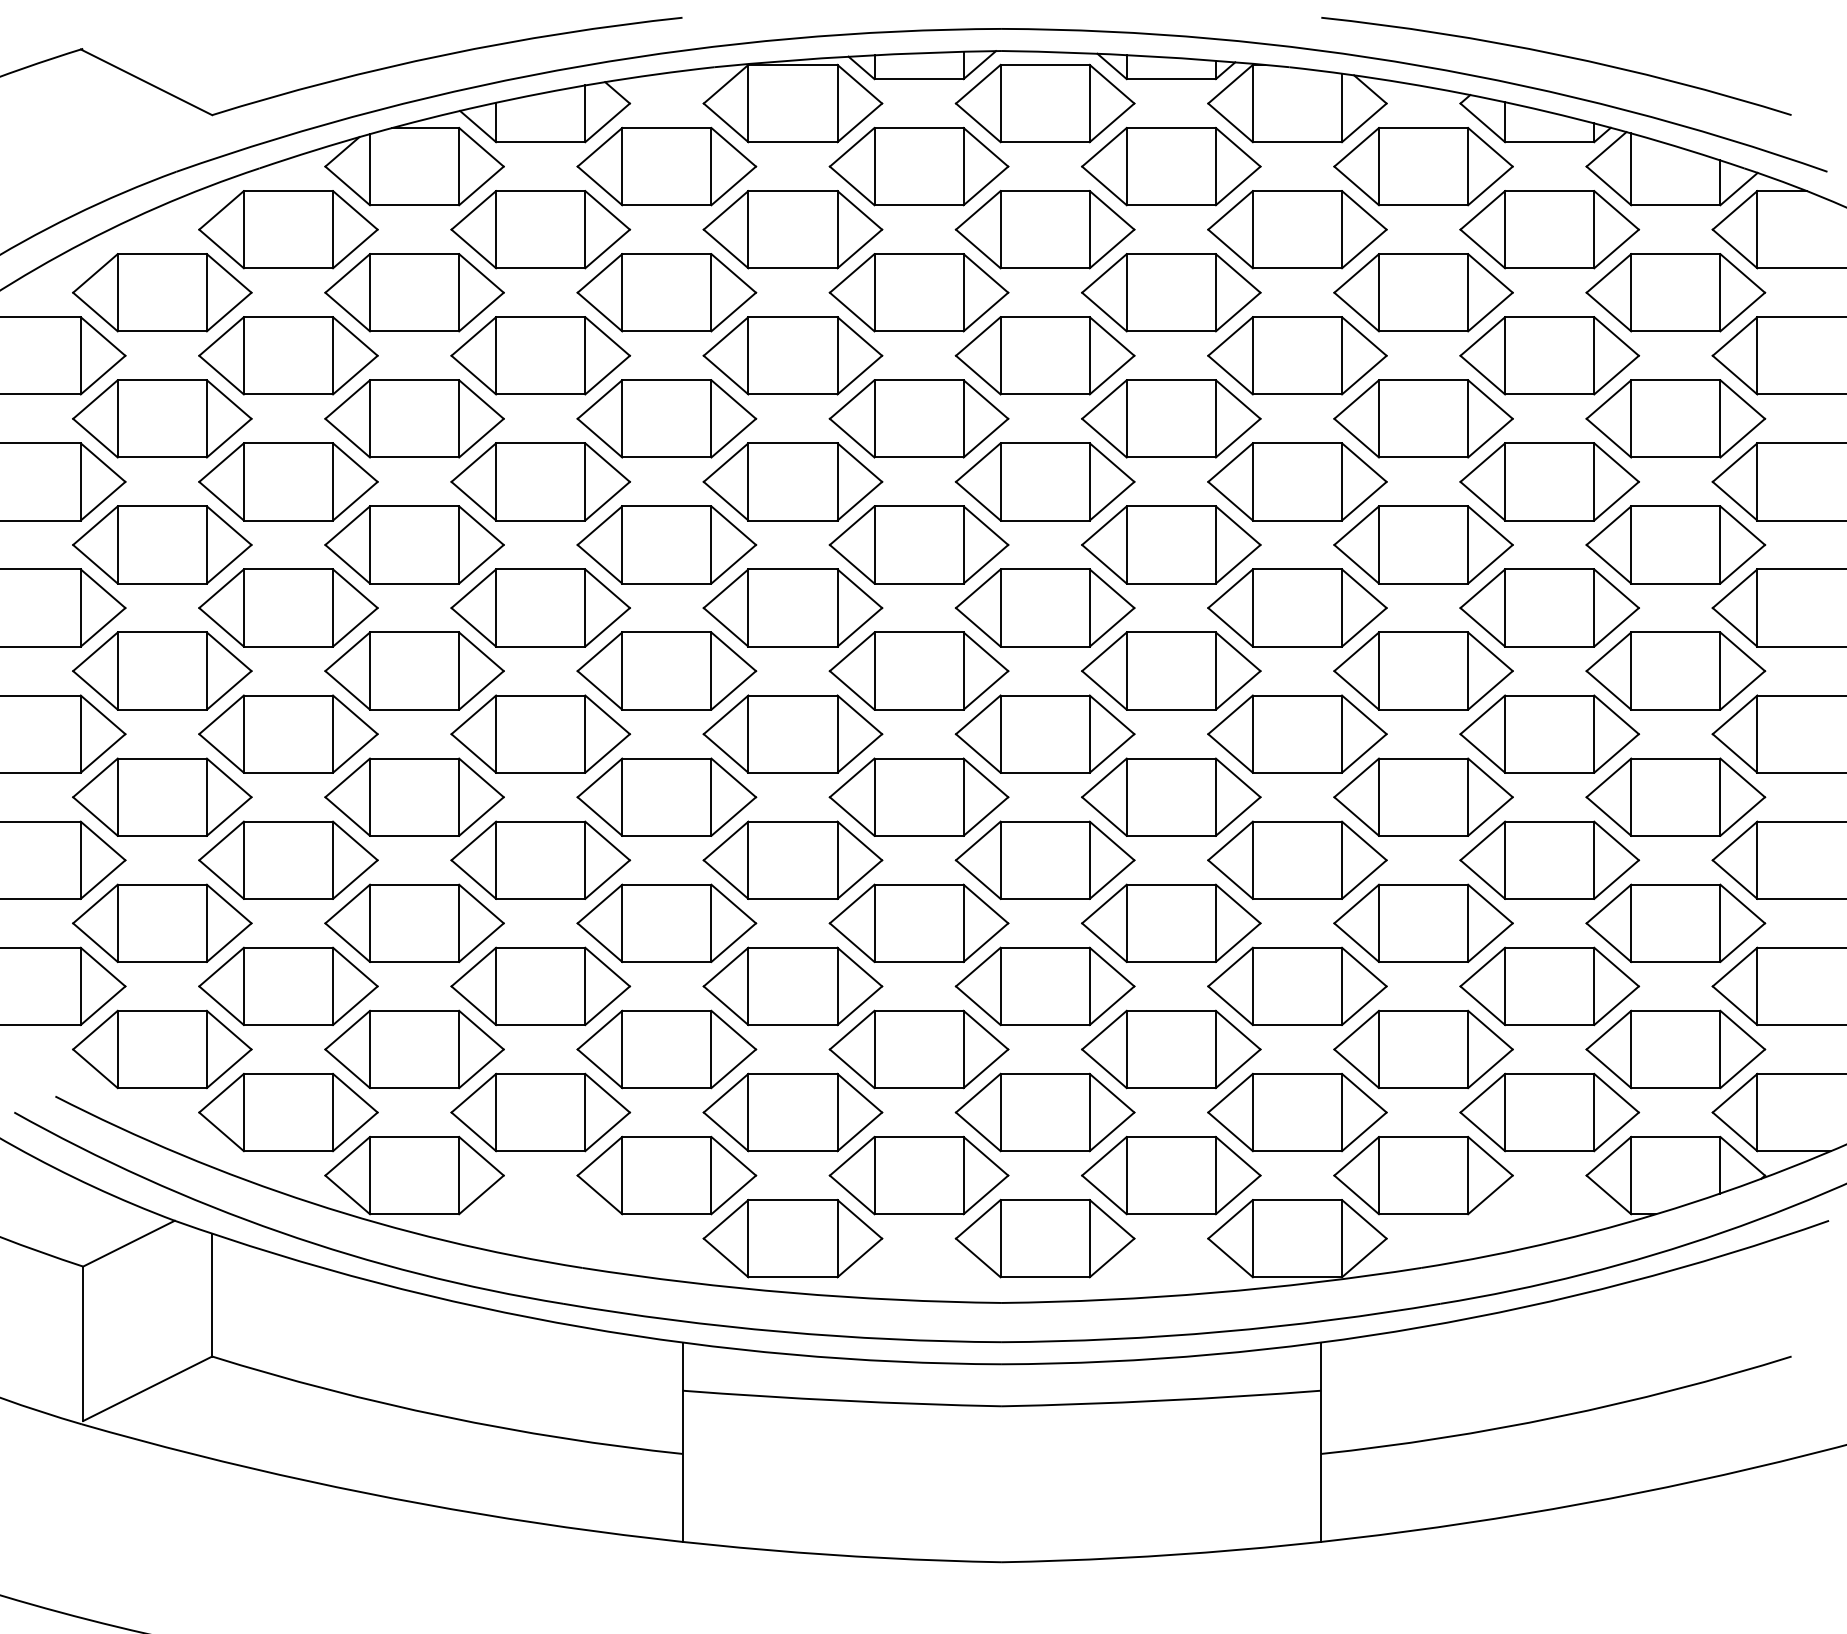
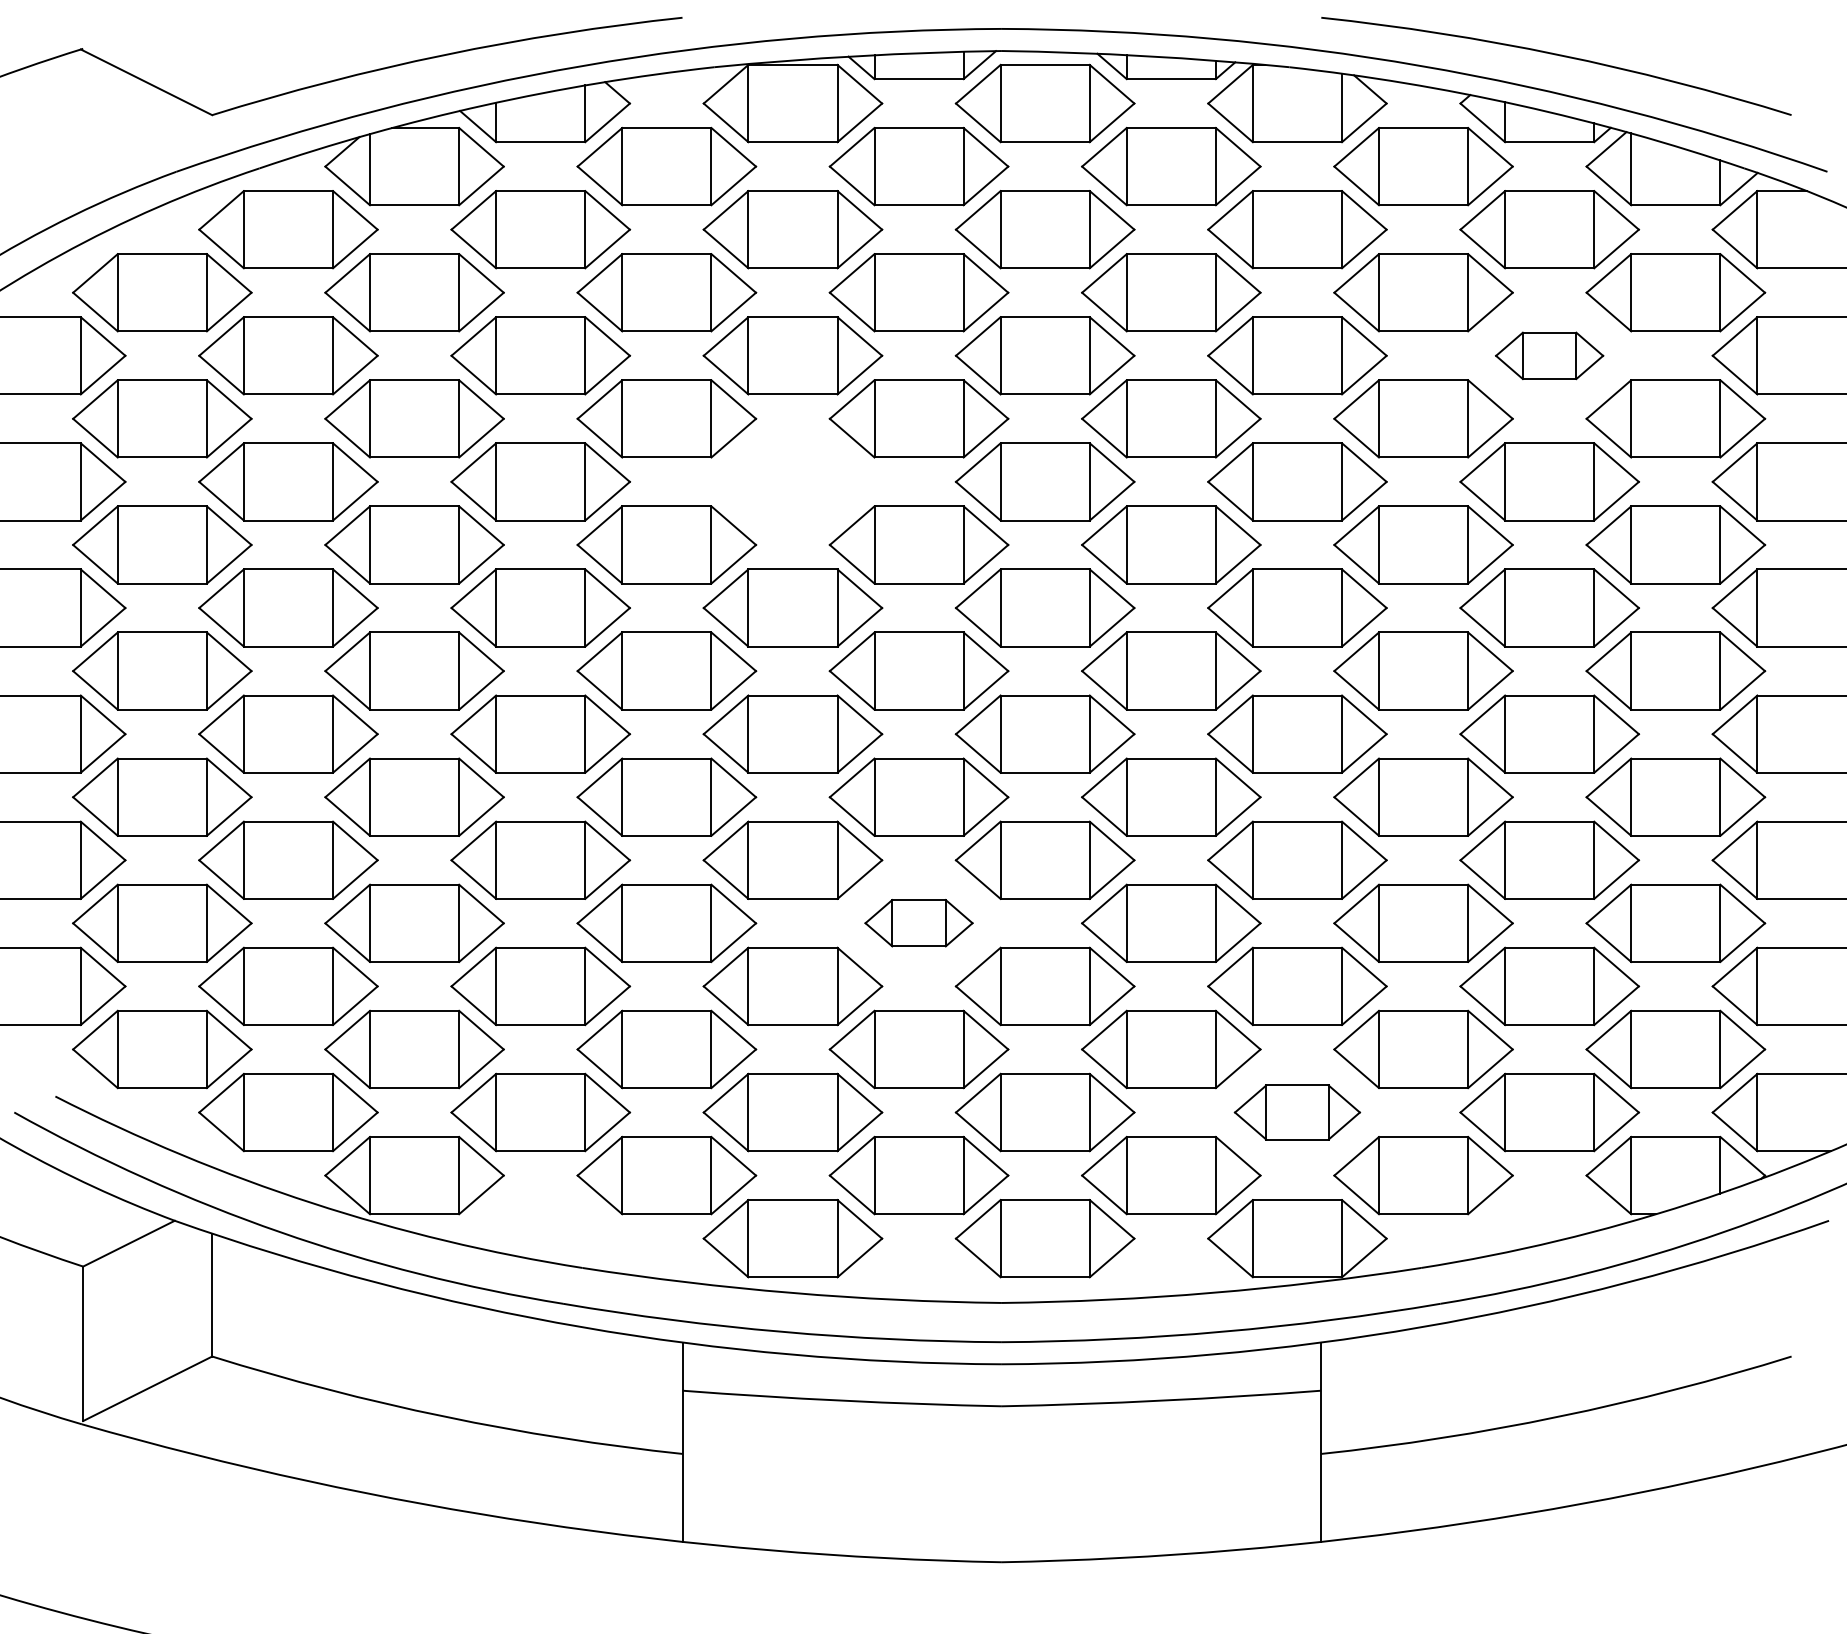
part at (1549, 355) size: 181x80 px -> 110x50 px
part at (792, 481): present -> none
part at (918, 922) size: 182x80 px -> 110x49 px
part at (1297, 1112) size: 181x81 px -> 129x57 px
